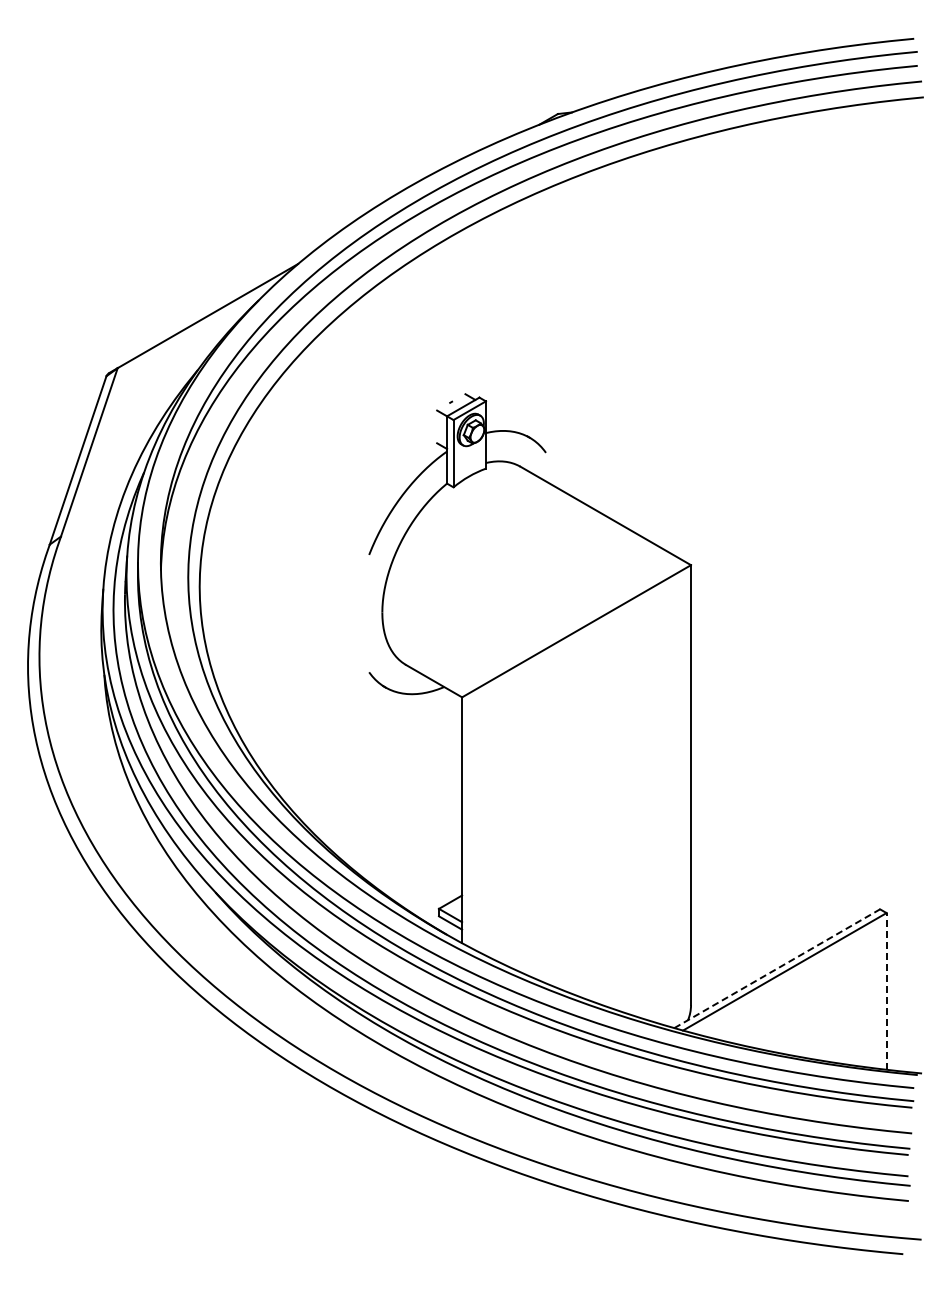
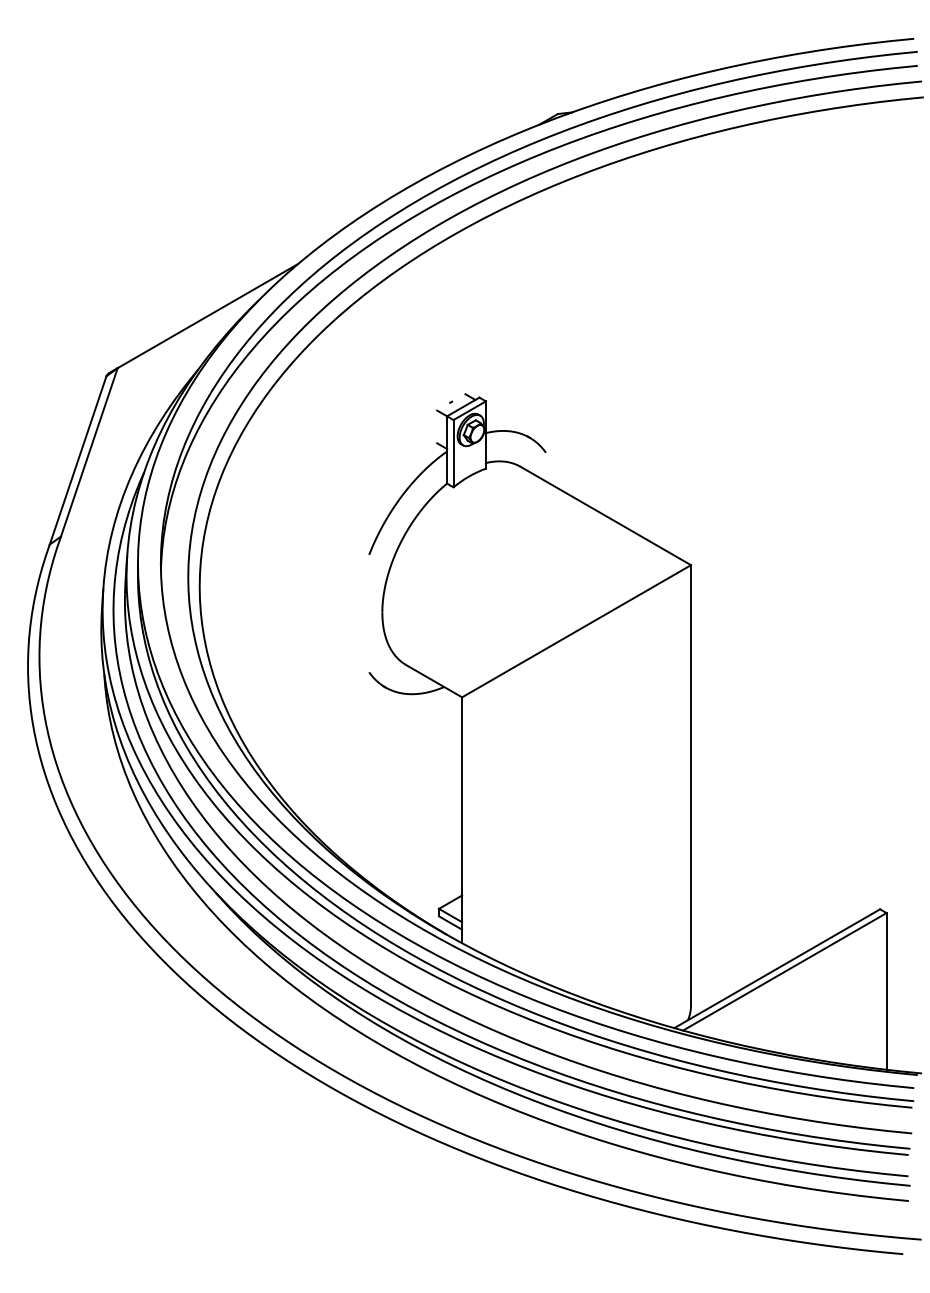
line at (777, 968): dashed -> solid
line at (886, 990): dashed -> solid
